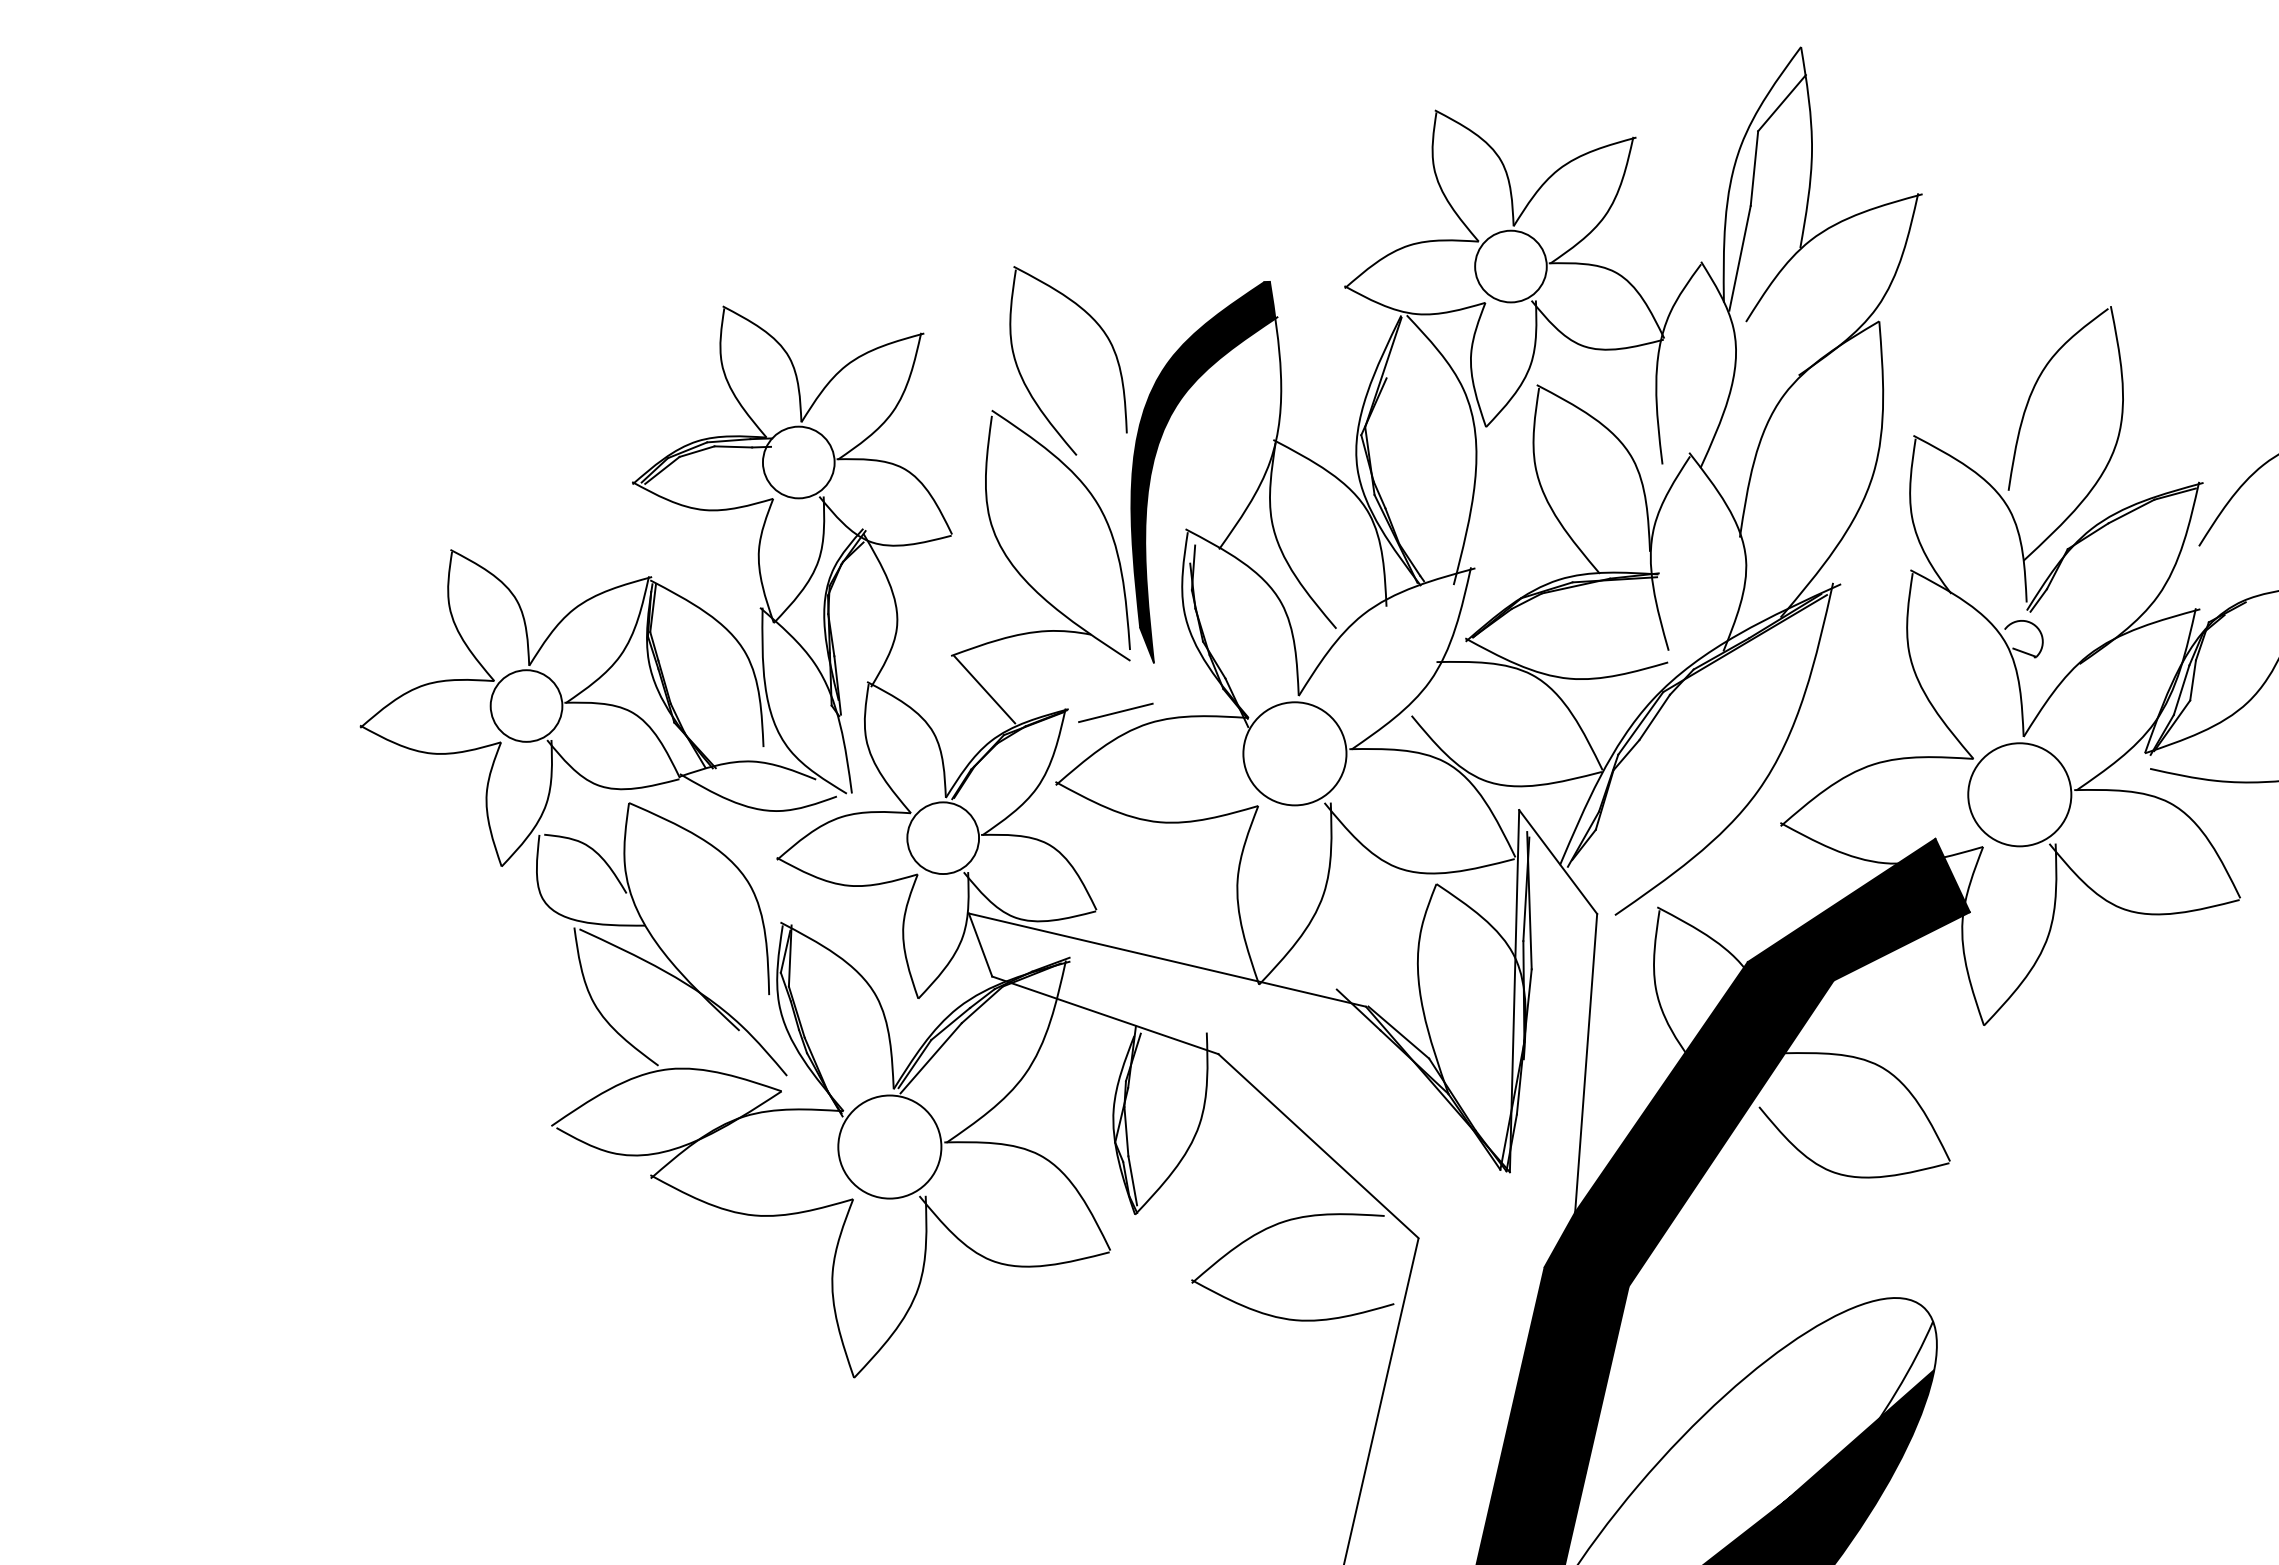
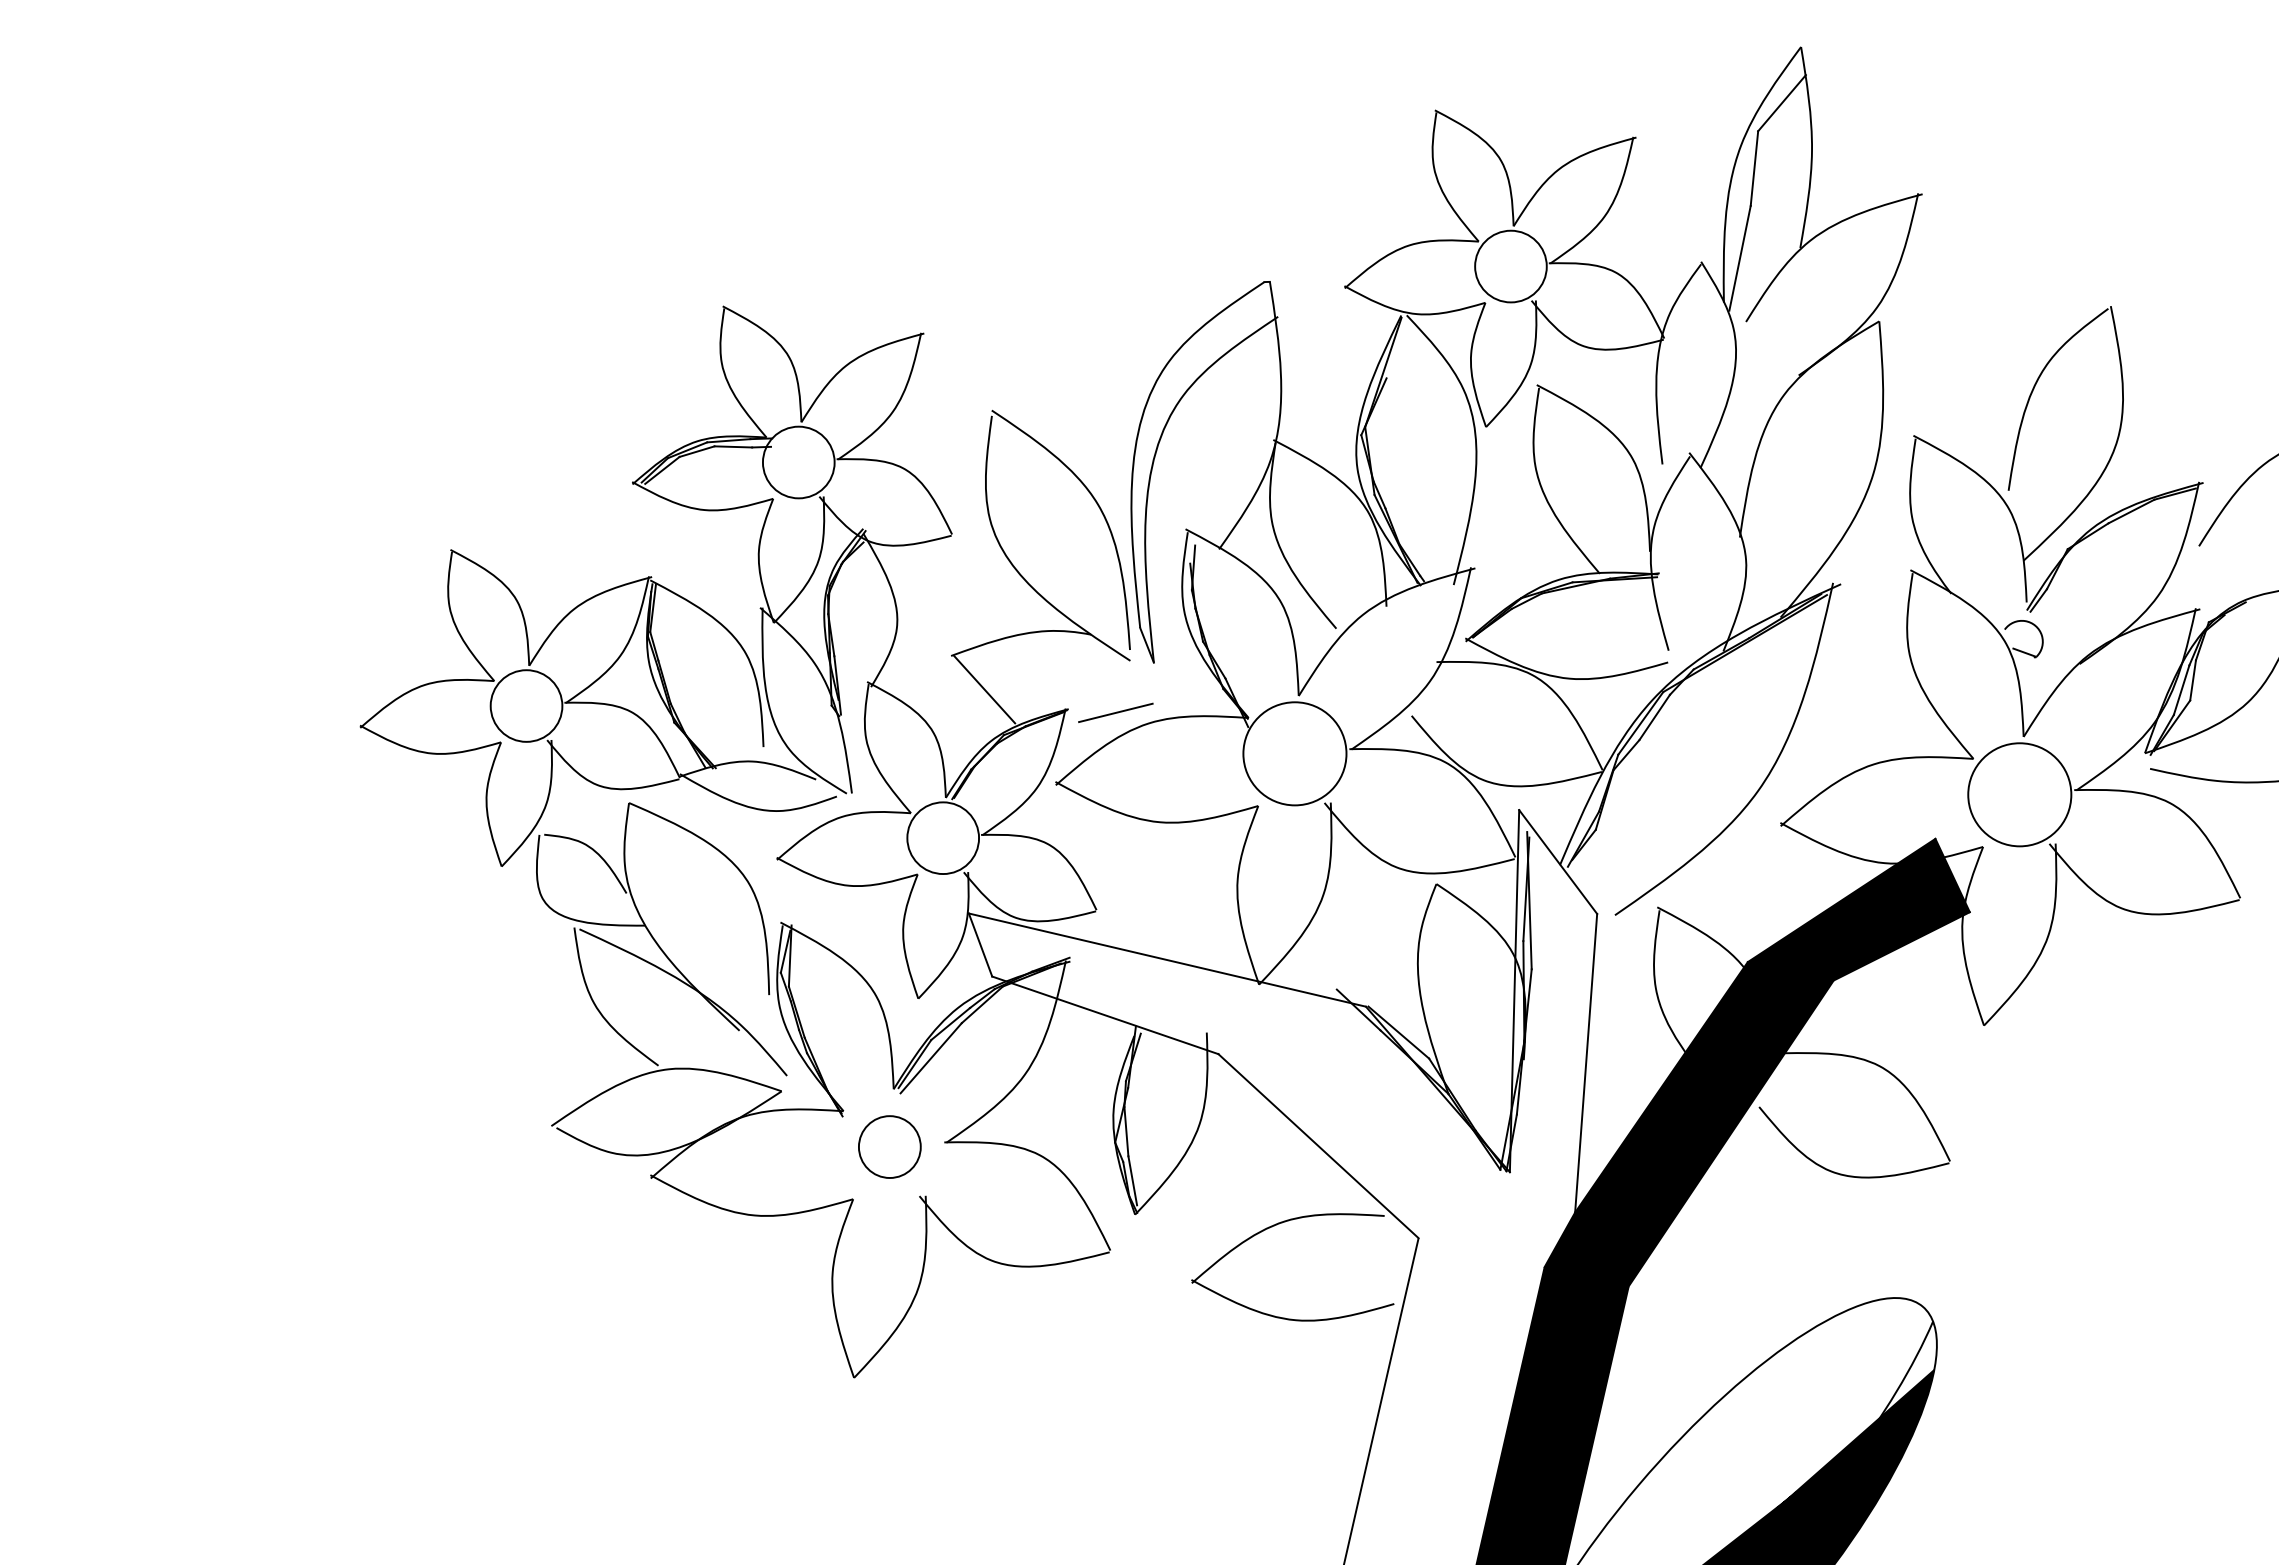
part at (1107, 339): present -> none
fill at (1203, 471): present -> none
circle at (889, 1146) diameter: 103 px -> 62 px
